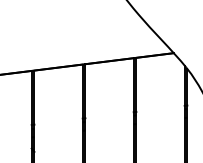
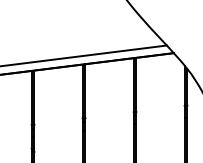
line at (84, 55): none -> present
